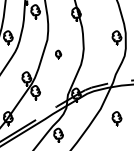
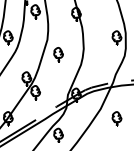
part at (58, 54) size: 8x11 px -> 11x16 px
